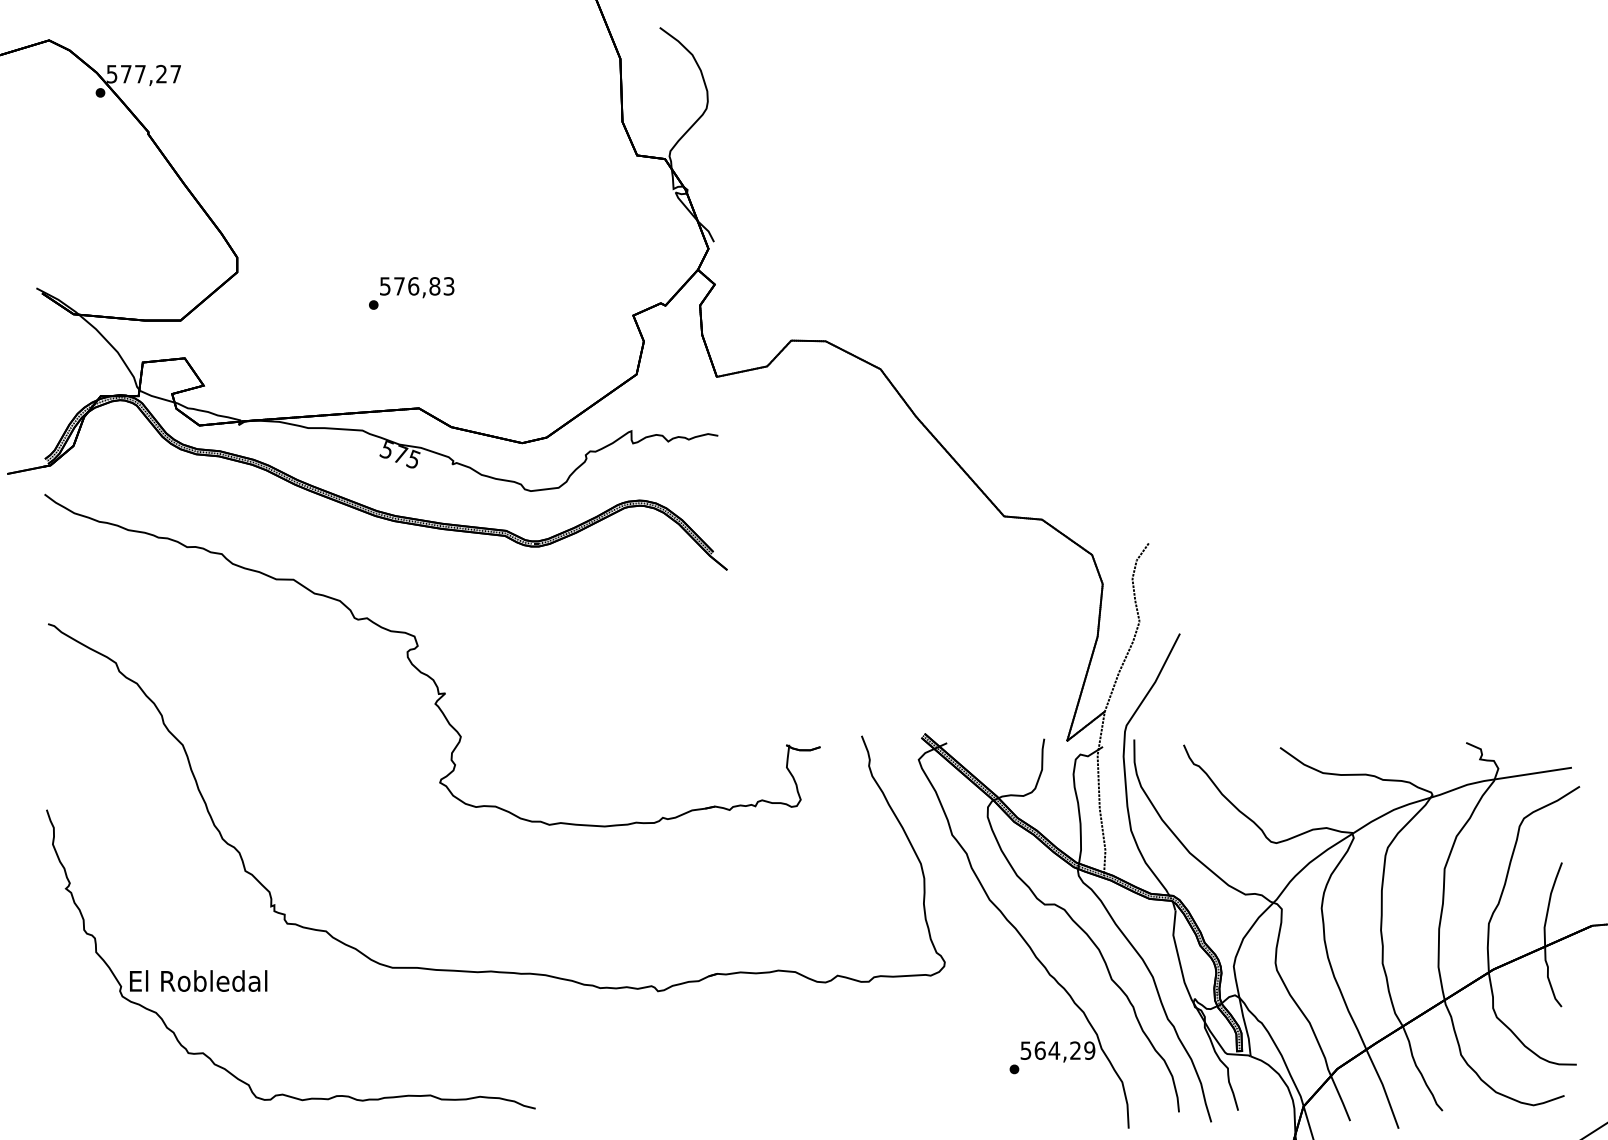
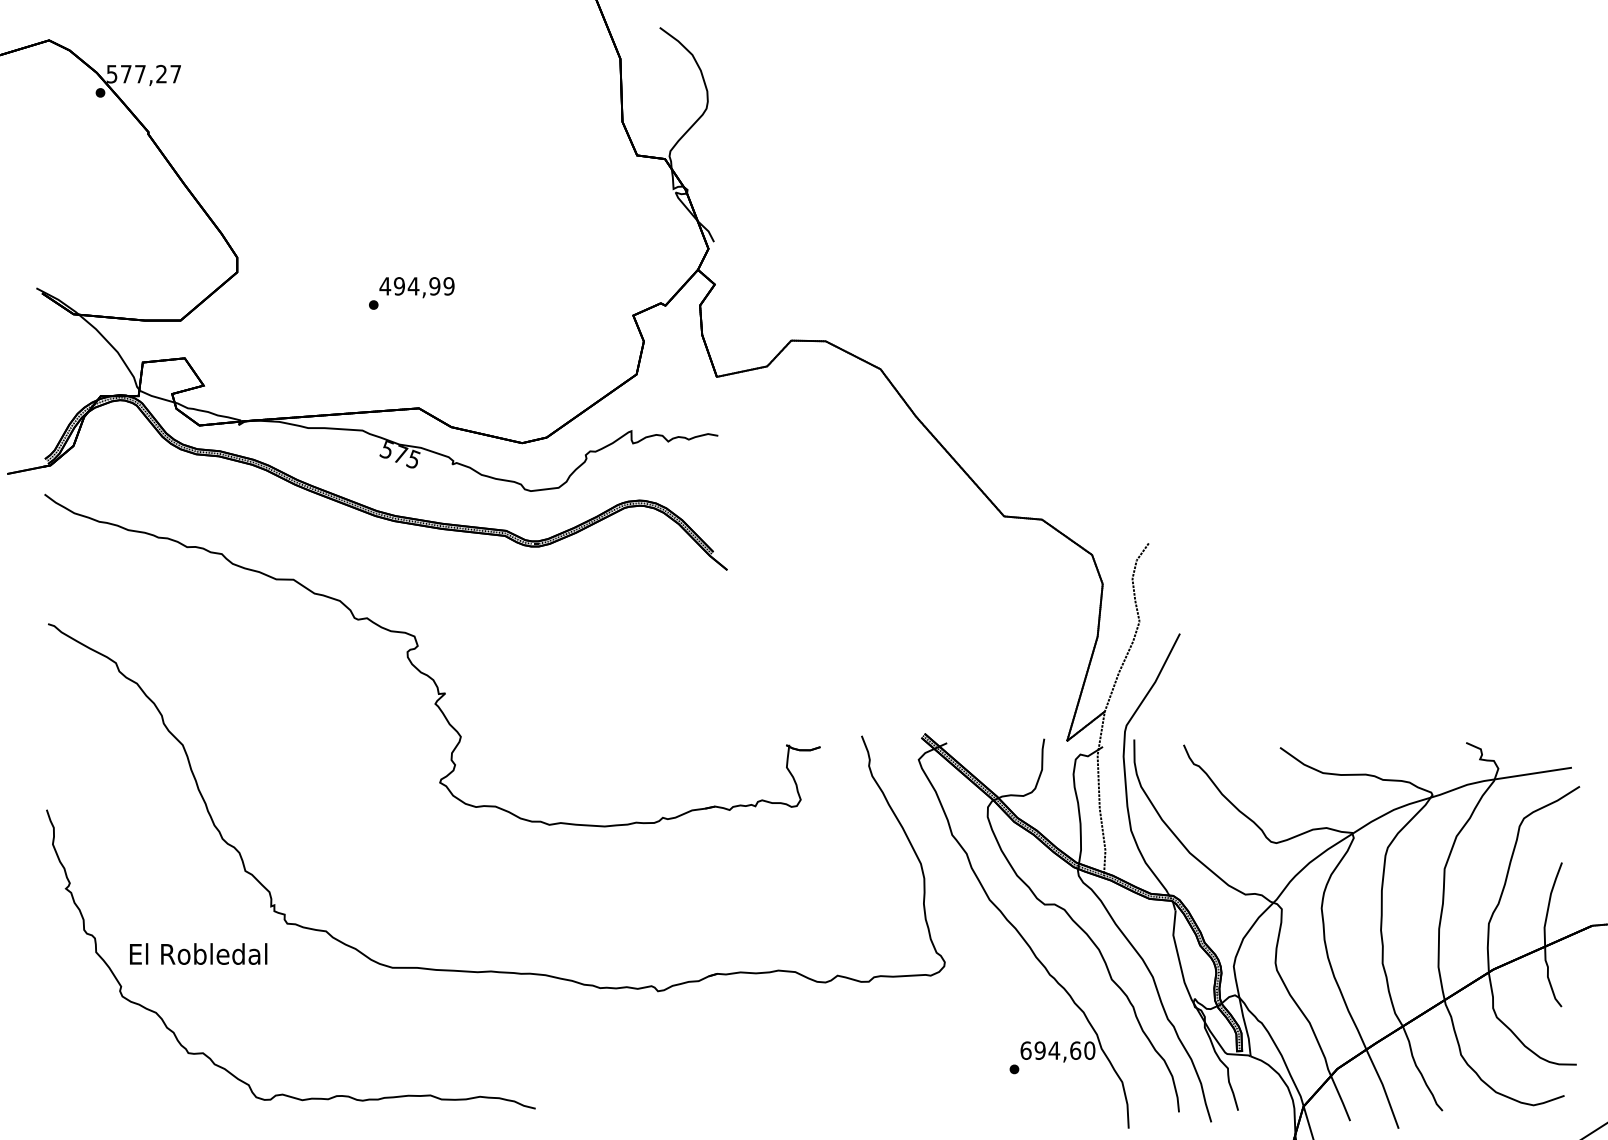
text at (416, 286): 576,83 -> 494,99
text at (198, 980) position: (198, 980) -> (198, 953)
text at (1057, 1050): 564,29 -> 694,60
